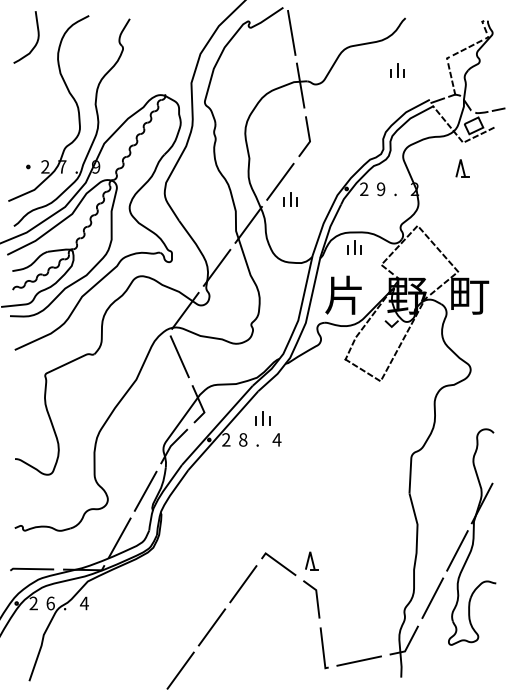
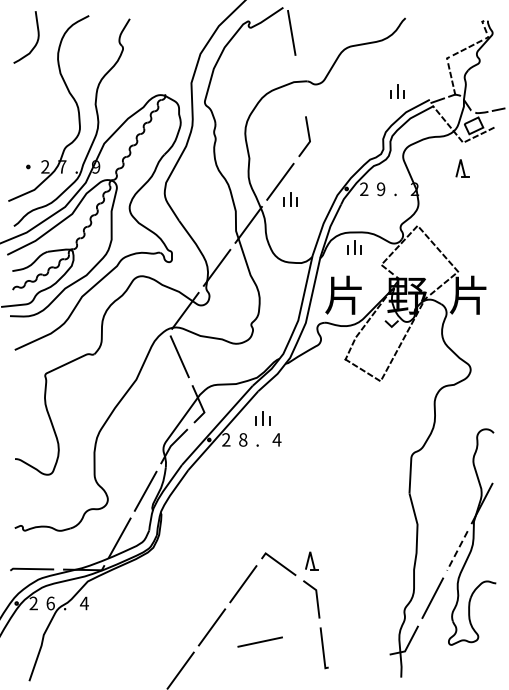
part at (397, 70) position: (397, 70) -> (397, 91)
line at (300, 85): present -> none
text at (469, 294): 町 -> 片
line at (457, 551): solid -> dashed
line at (358, 660) position: (358, 660) -> (259, 641)
